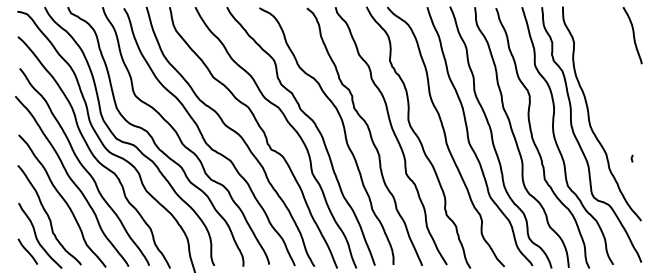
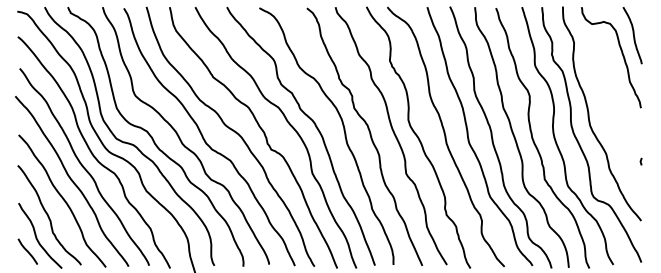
curve at (621, 53): none -> present
line at (631, 158) position: (631, 158) -> (640, 161)
